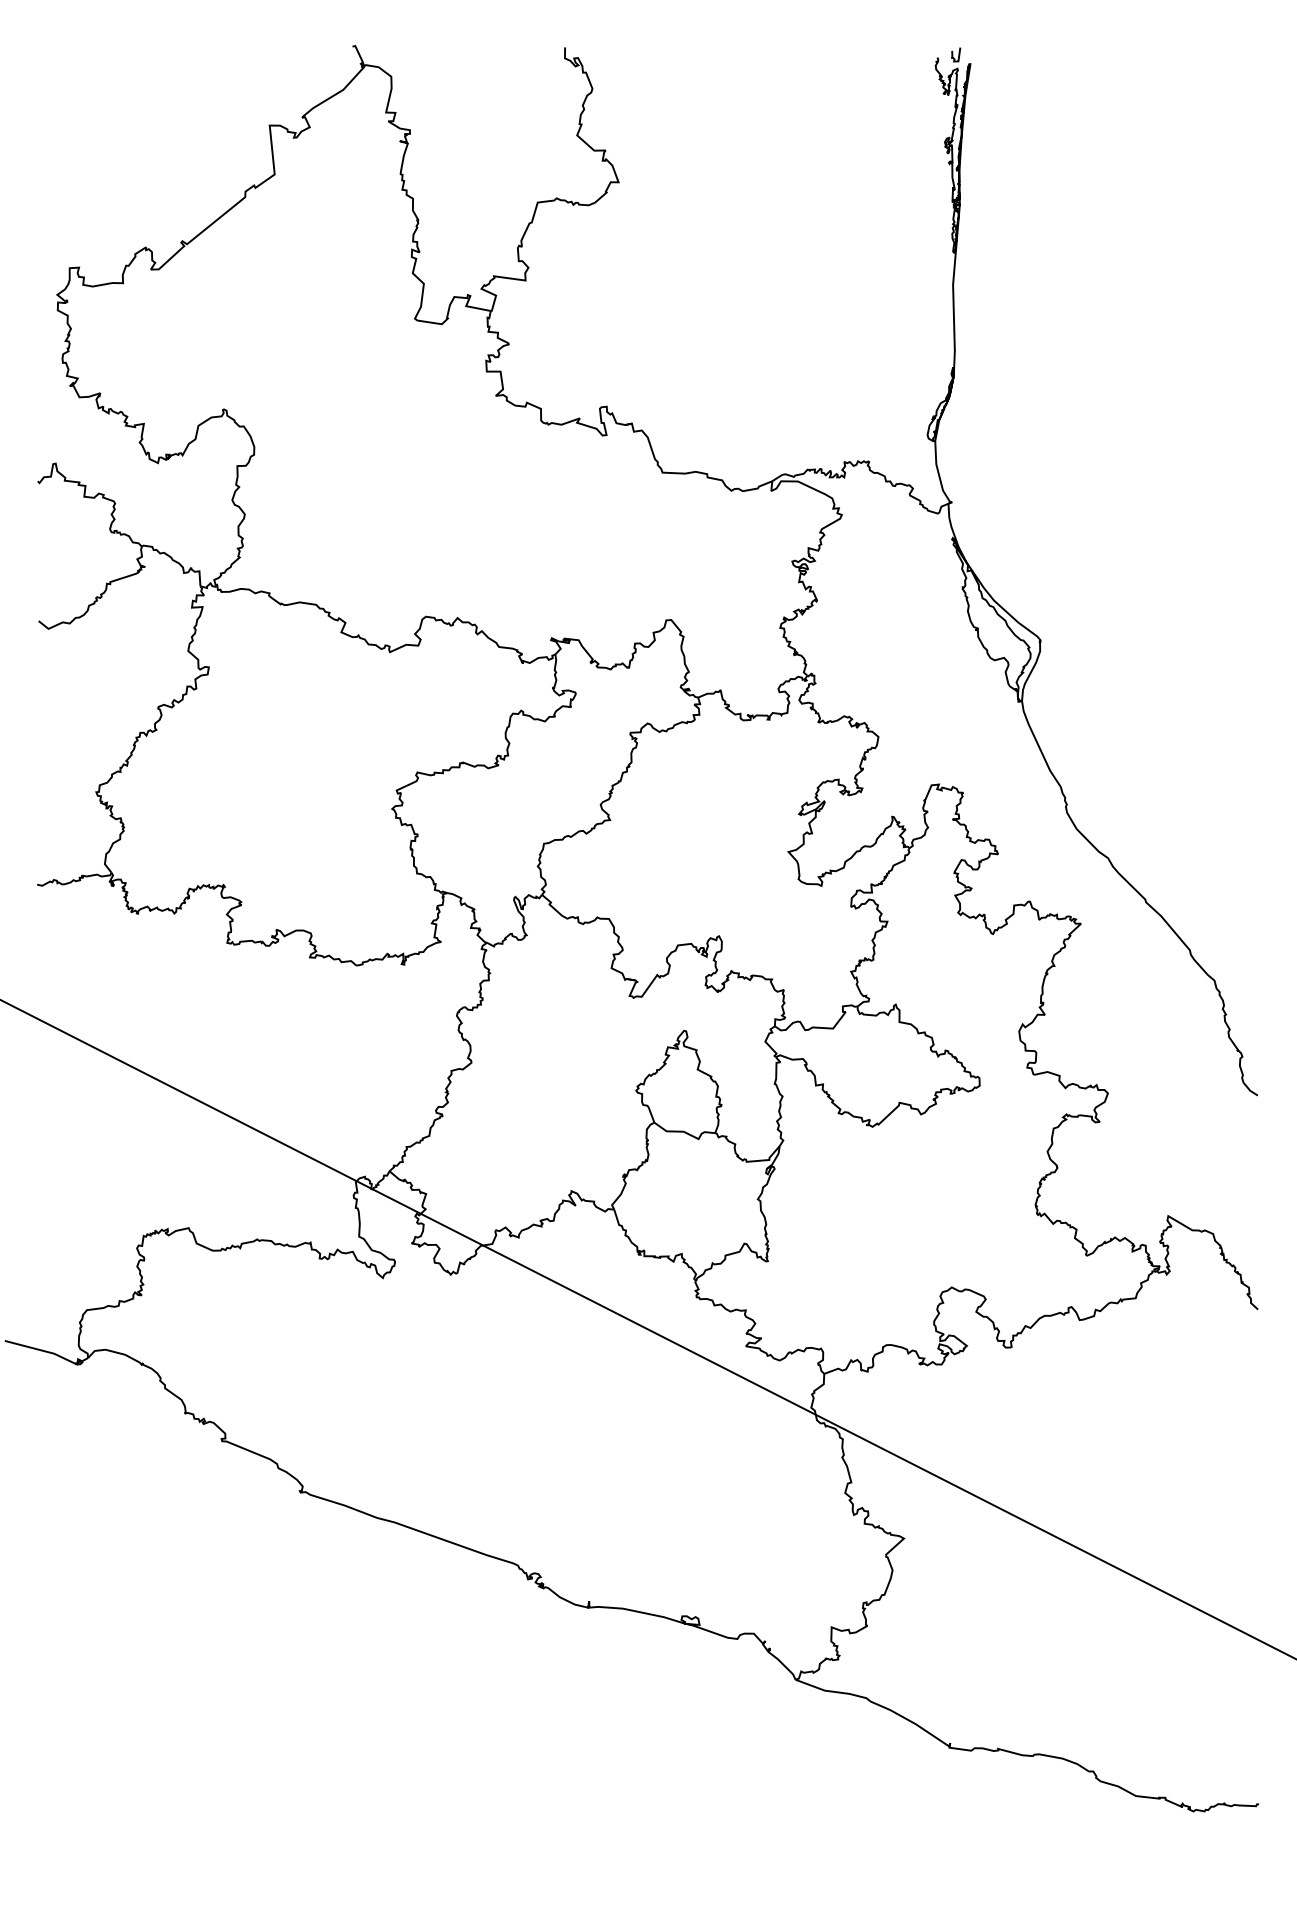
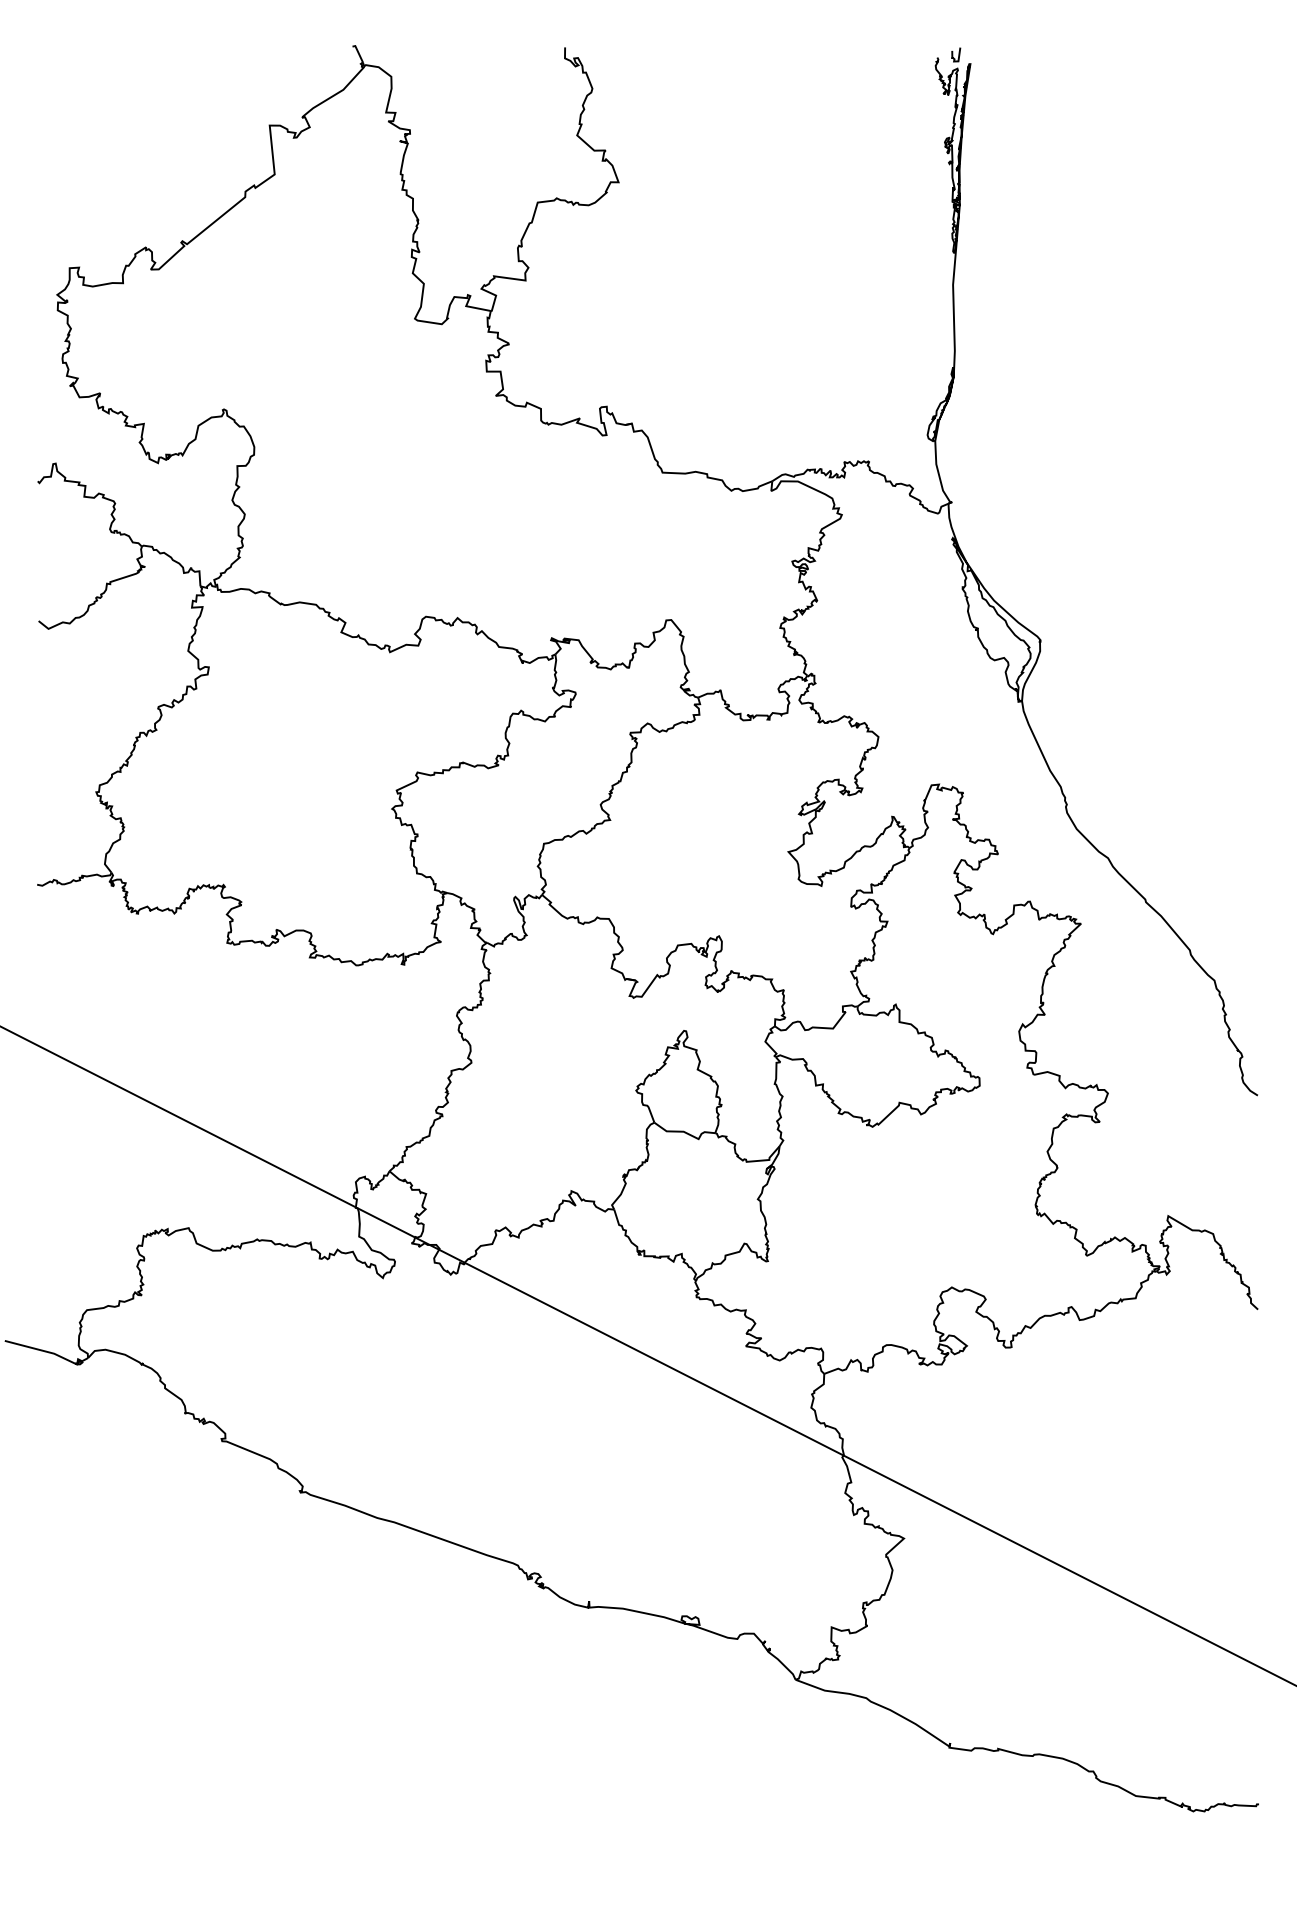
line at (647, 1328) position: (647, 1328) -> (647, 1355)
